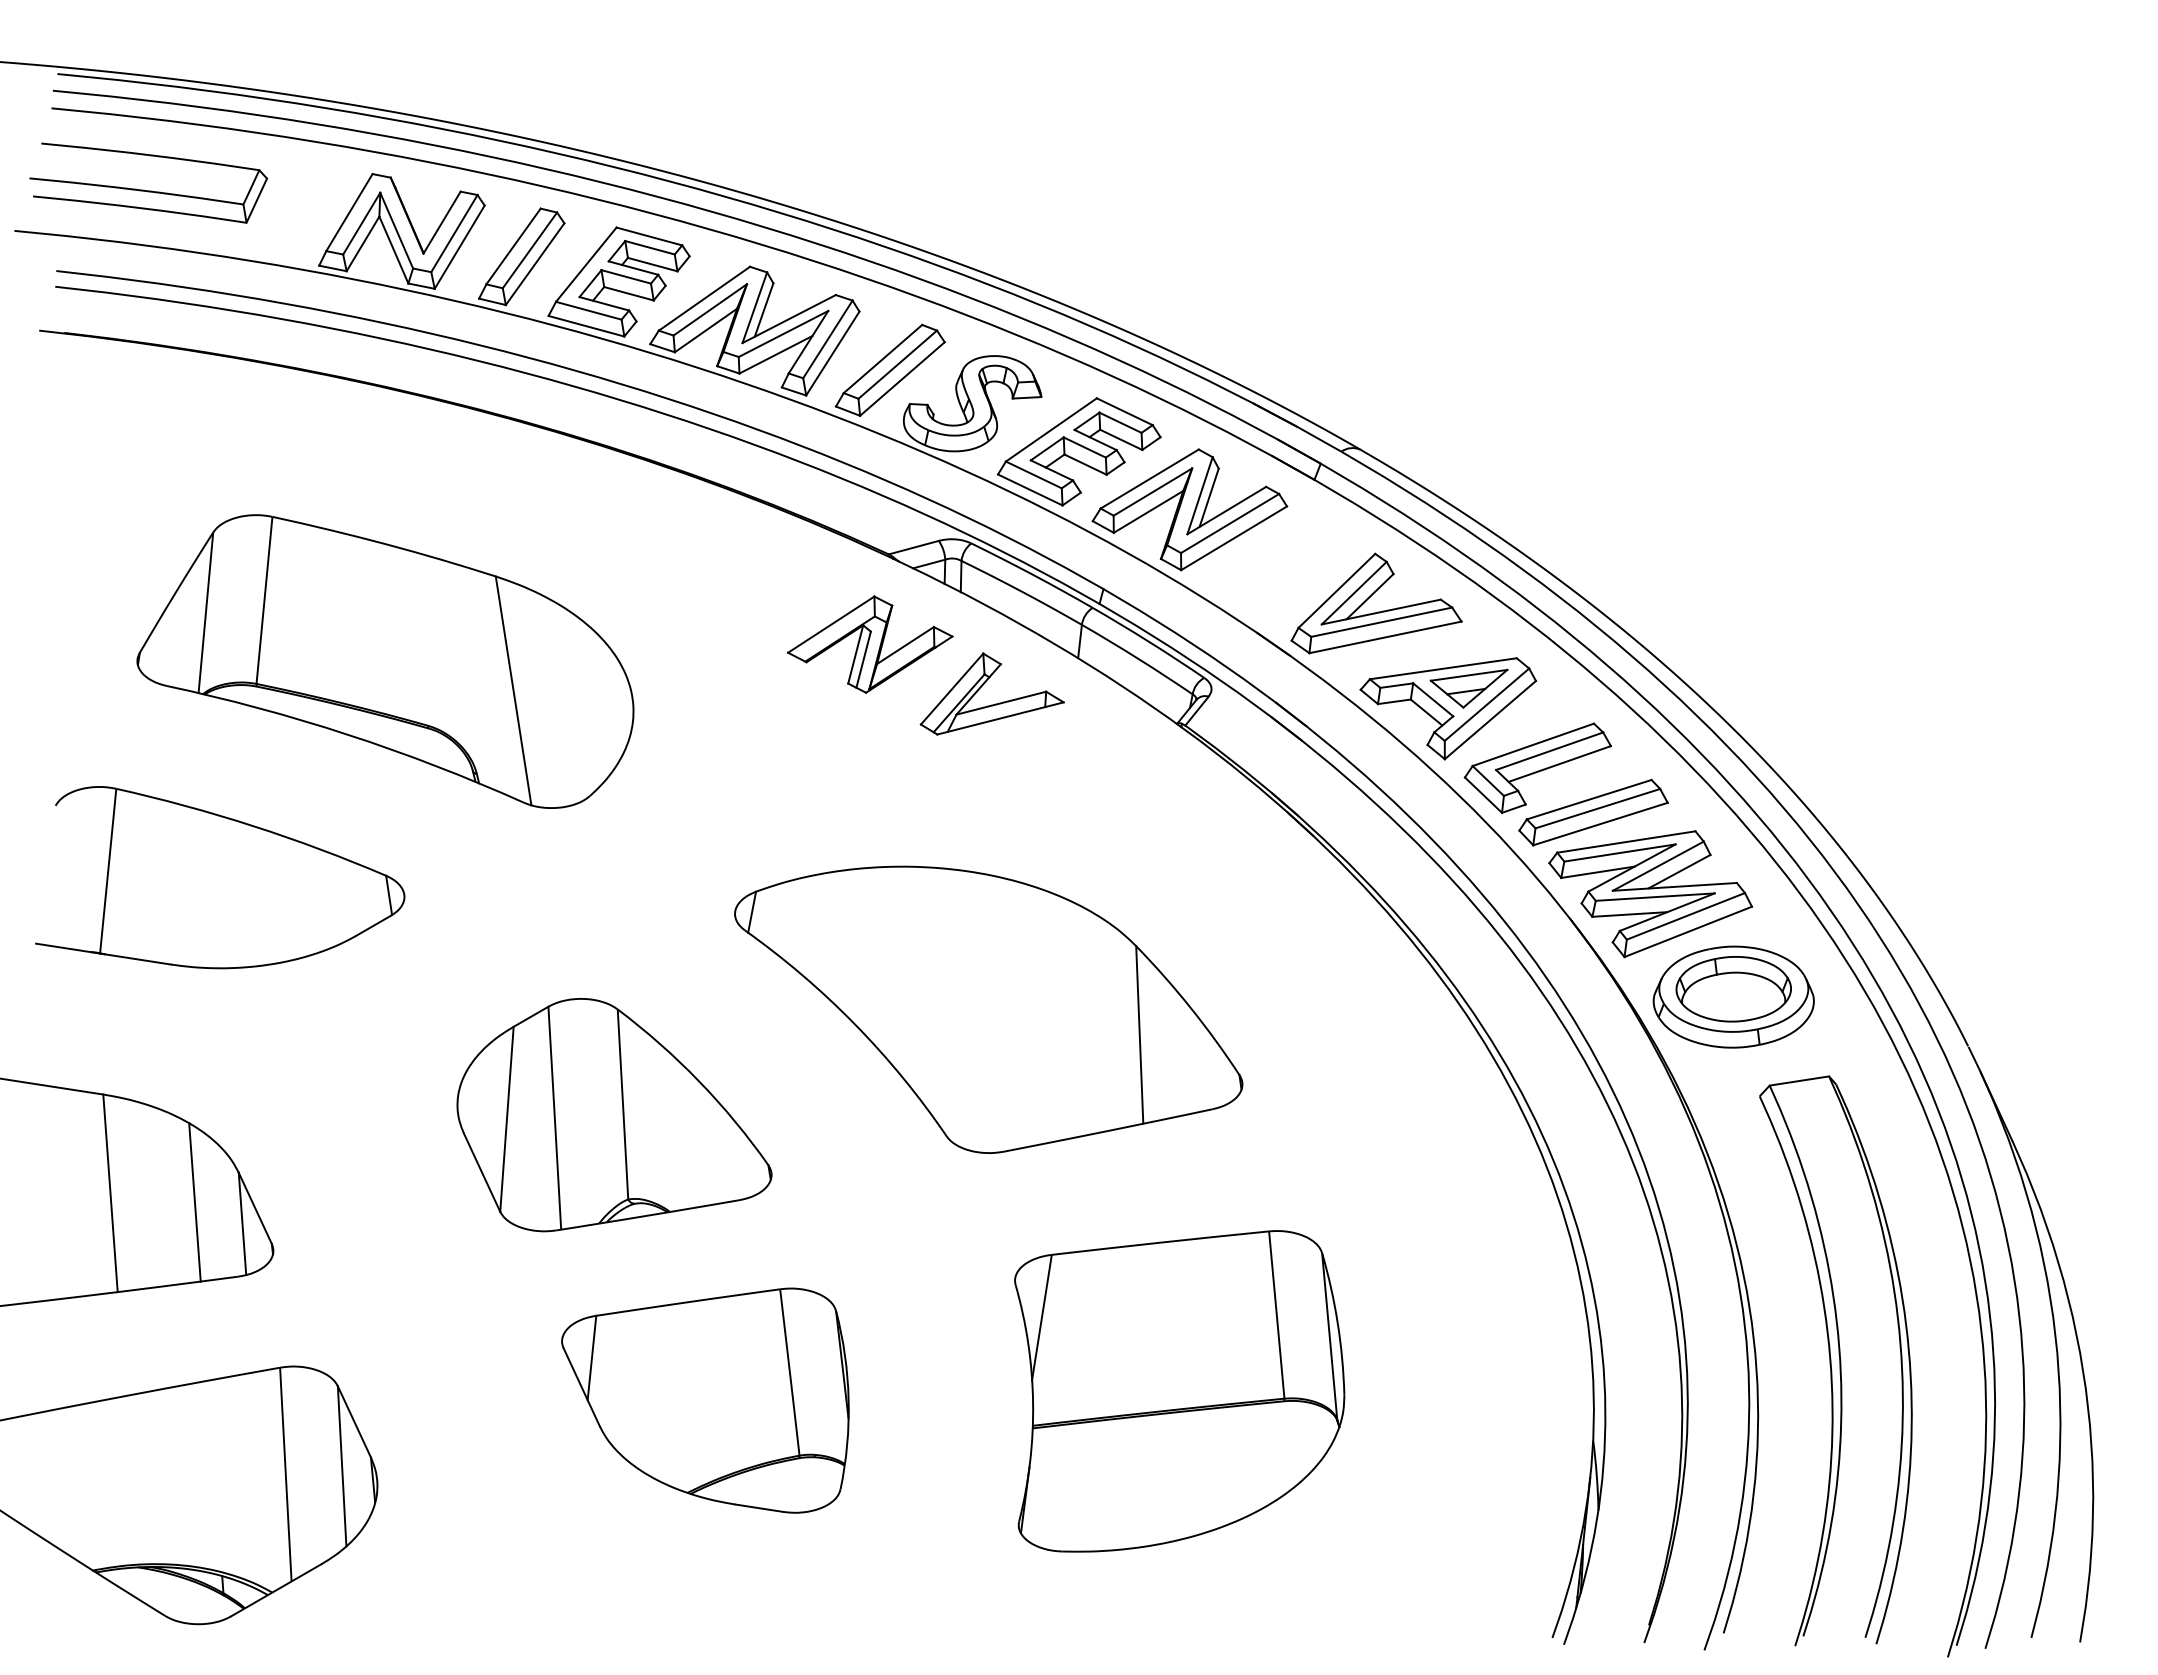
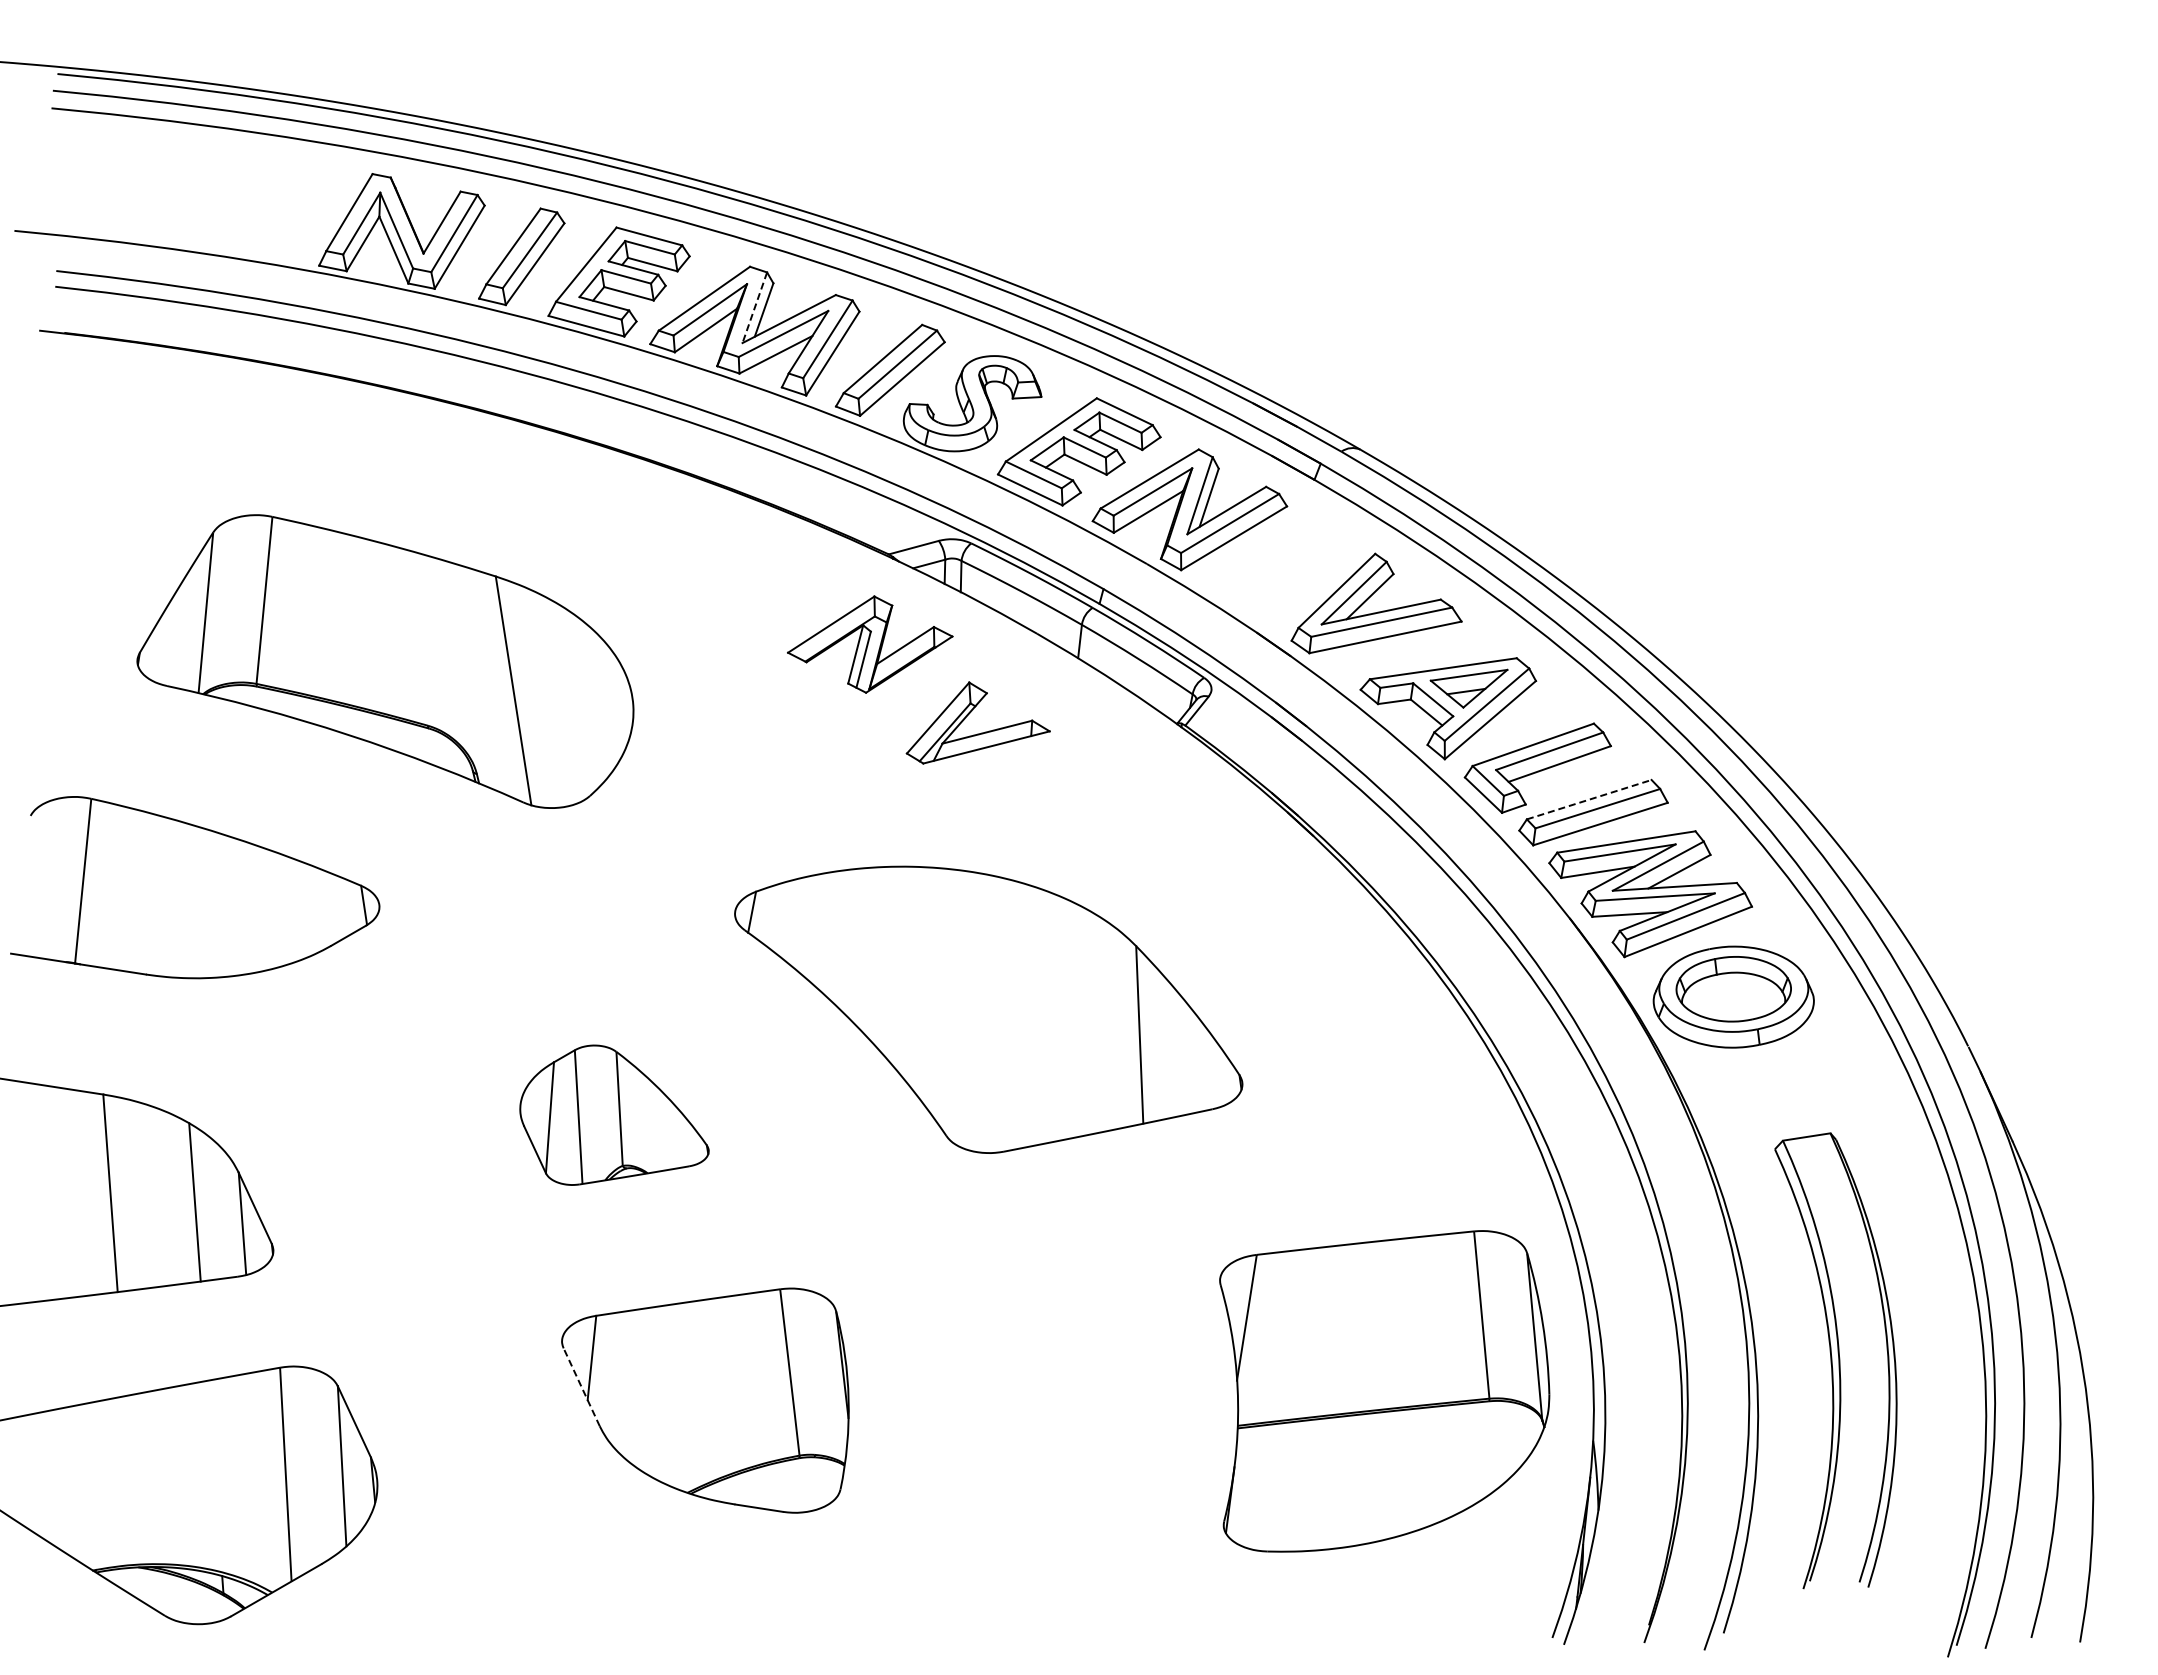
part at (148, 190): present -> none
line at (754, 308): solid -> dashed
part at (995, 703) position: (995, 703) -> (981, 732)
line at (1589, 799): solid -> dashed
part at (220, 877) position: (220, 877) -> (195, 887)
part at (614, 1115) size: 317x235 px -> 191x142 px
part at (1835, 1360) size: 154x572 px -> 124x458 px
line at (581, 1387): solid -> dashed
part at (1179, 1391) position: (1179, 1391) -> (1384, 1391)
